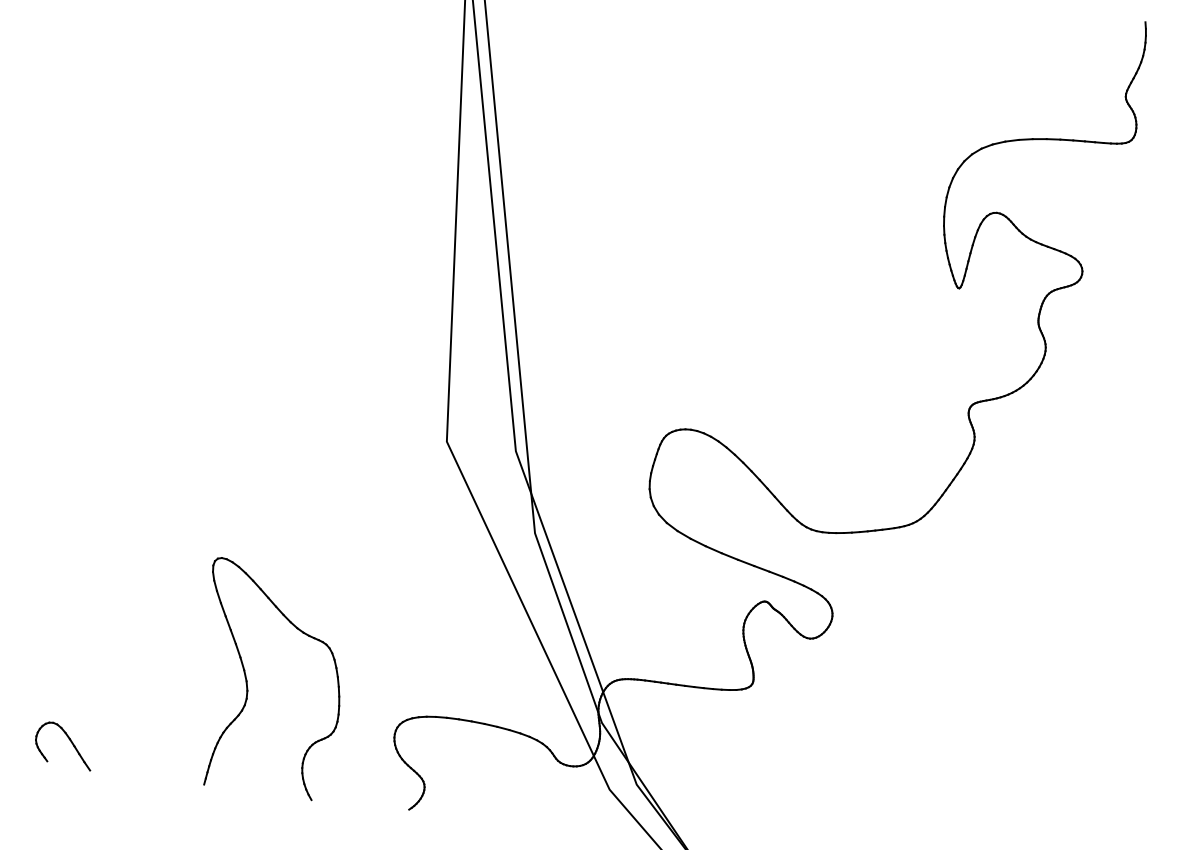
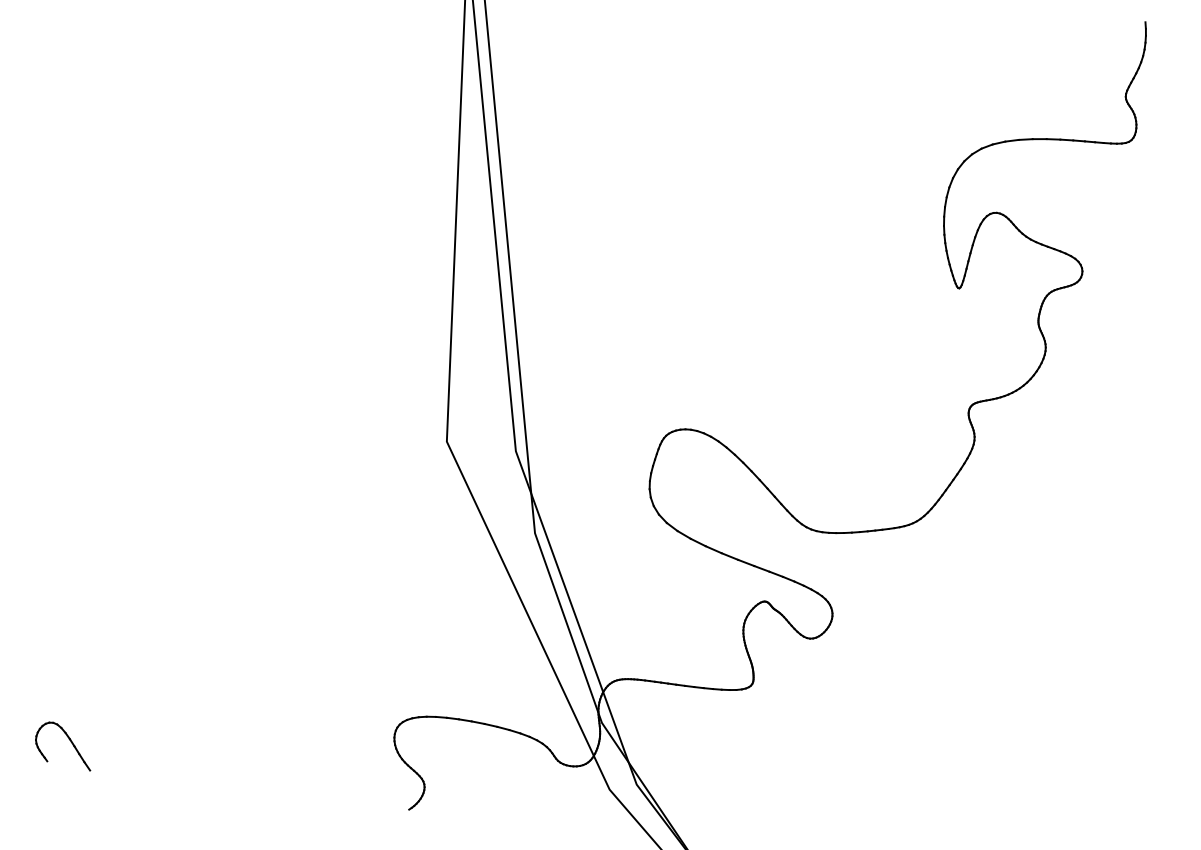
part at (247, 679): present -> none
